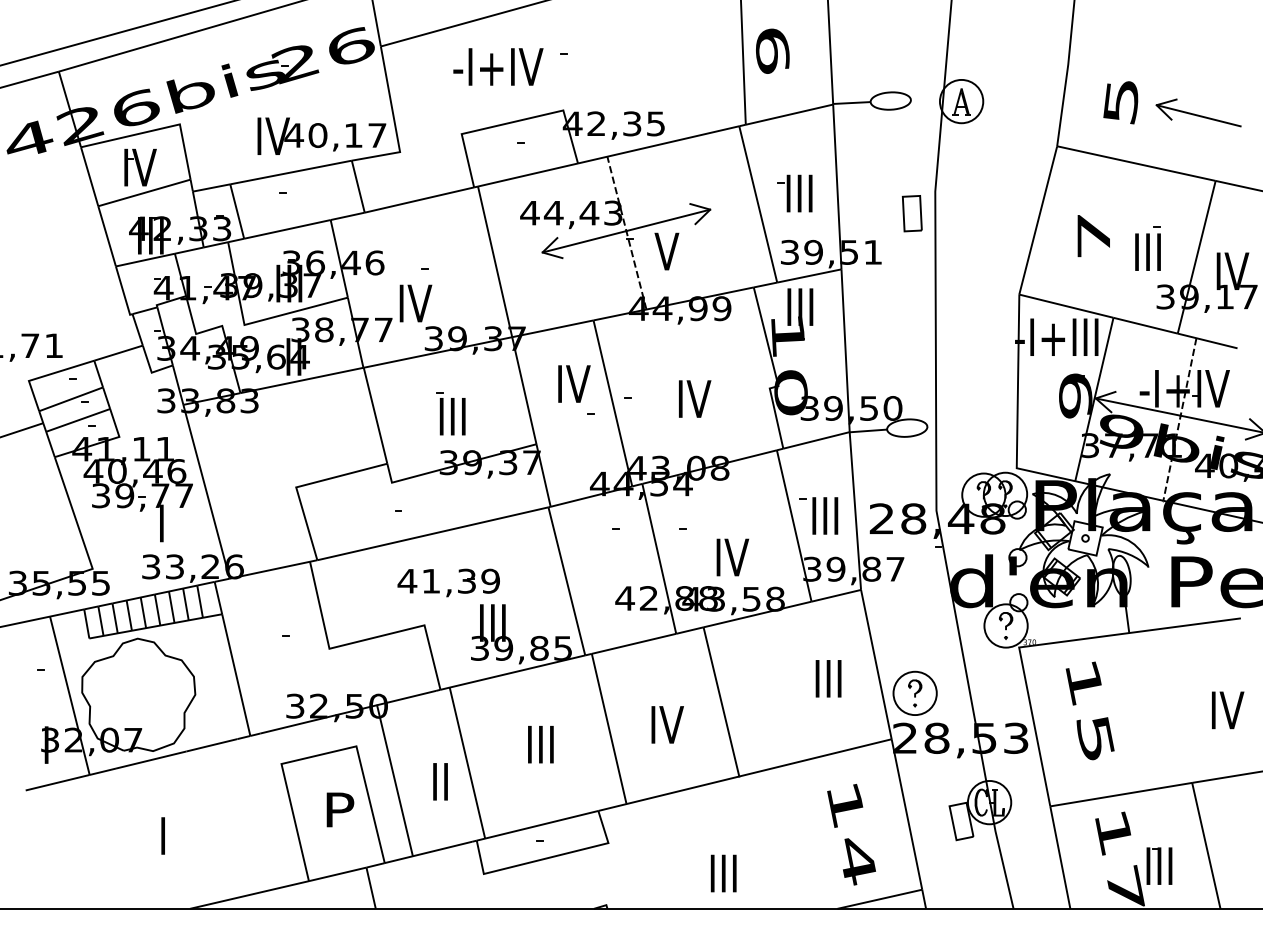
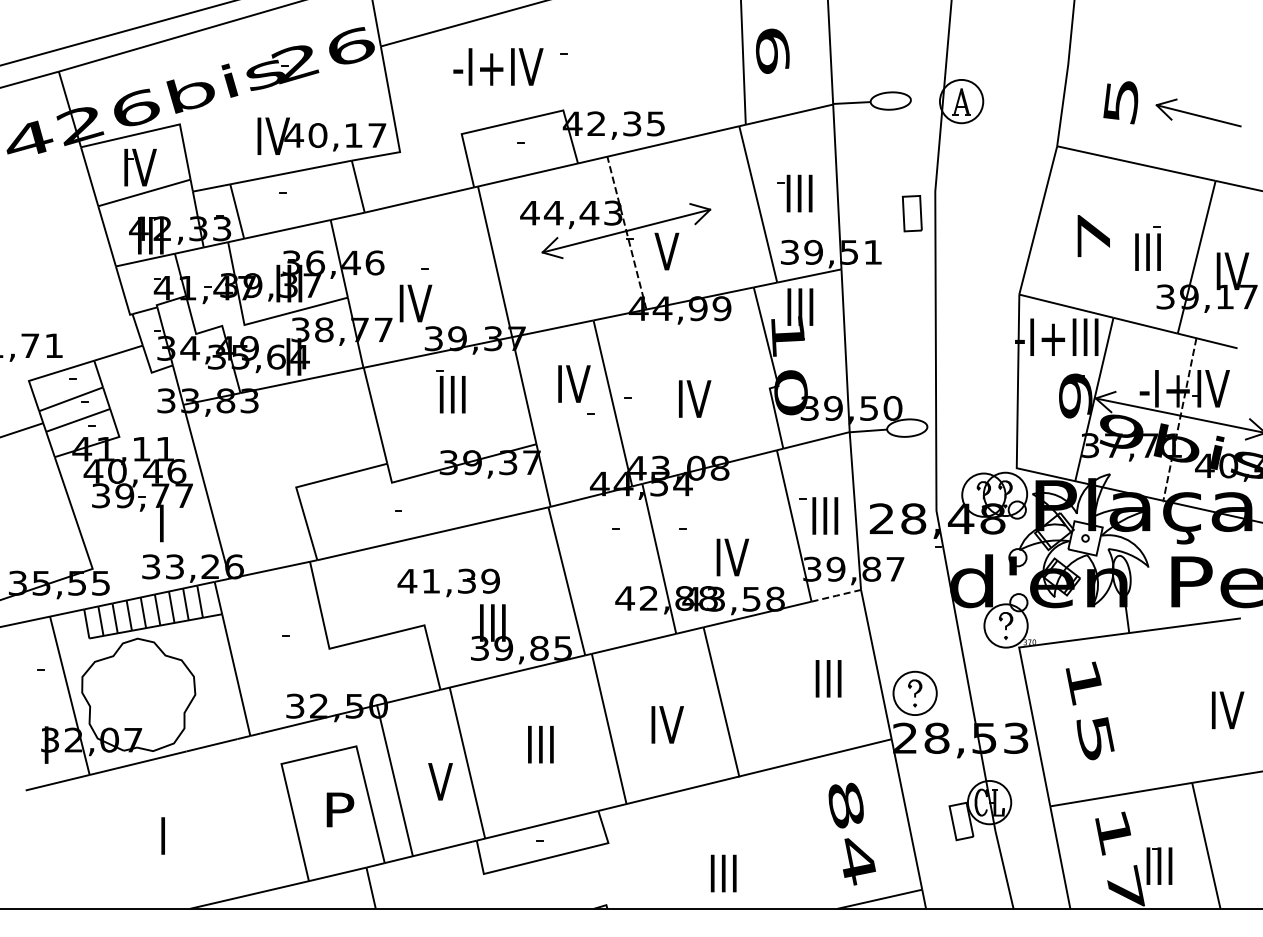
part at (450, 413) position: (450, 413) -> (450, 391)
line at (836, 595): solid -> dashed
text at (440, 781): II -> V
text at (845, 805): 14 -> 84
